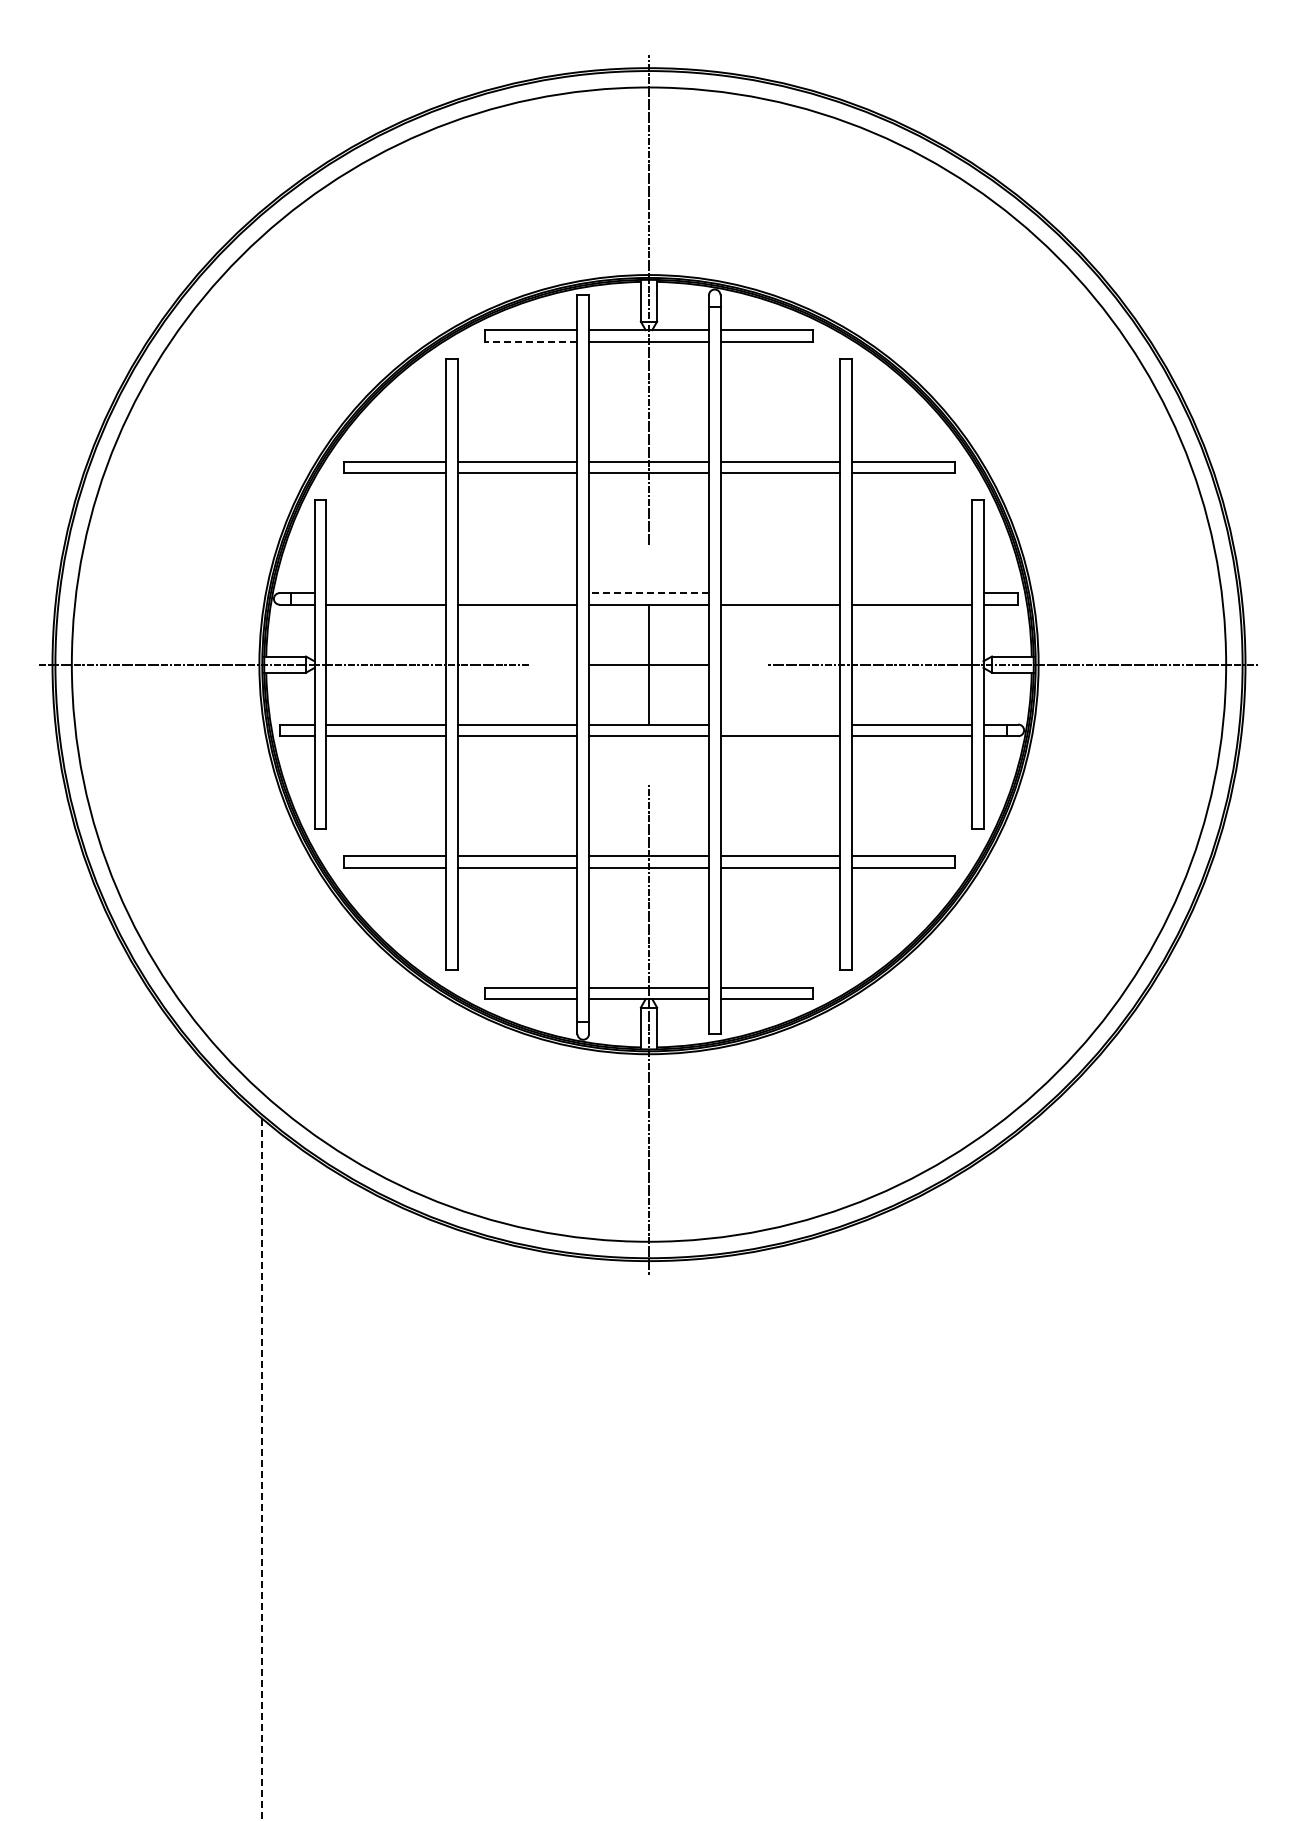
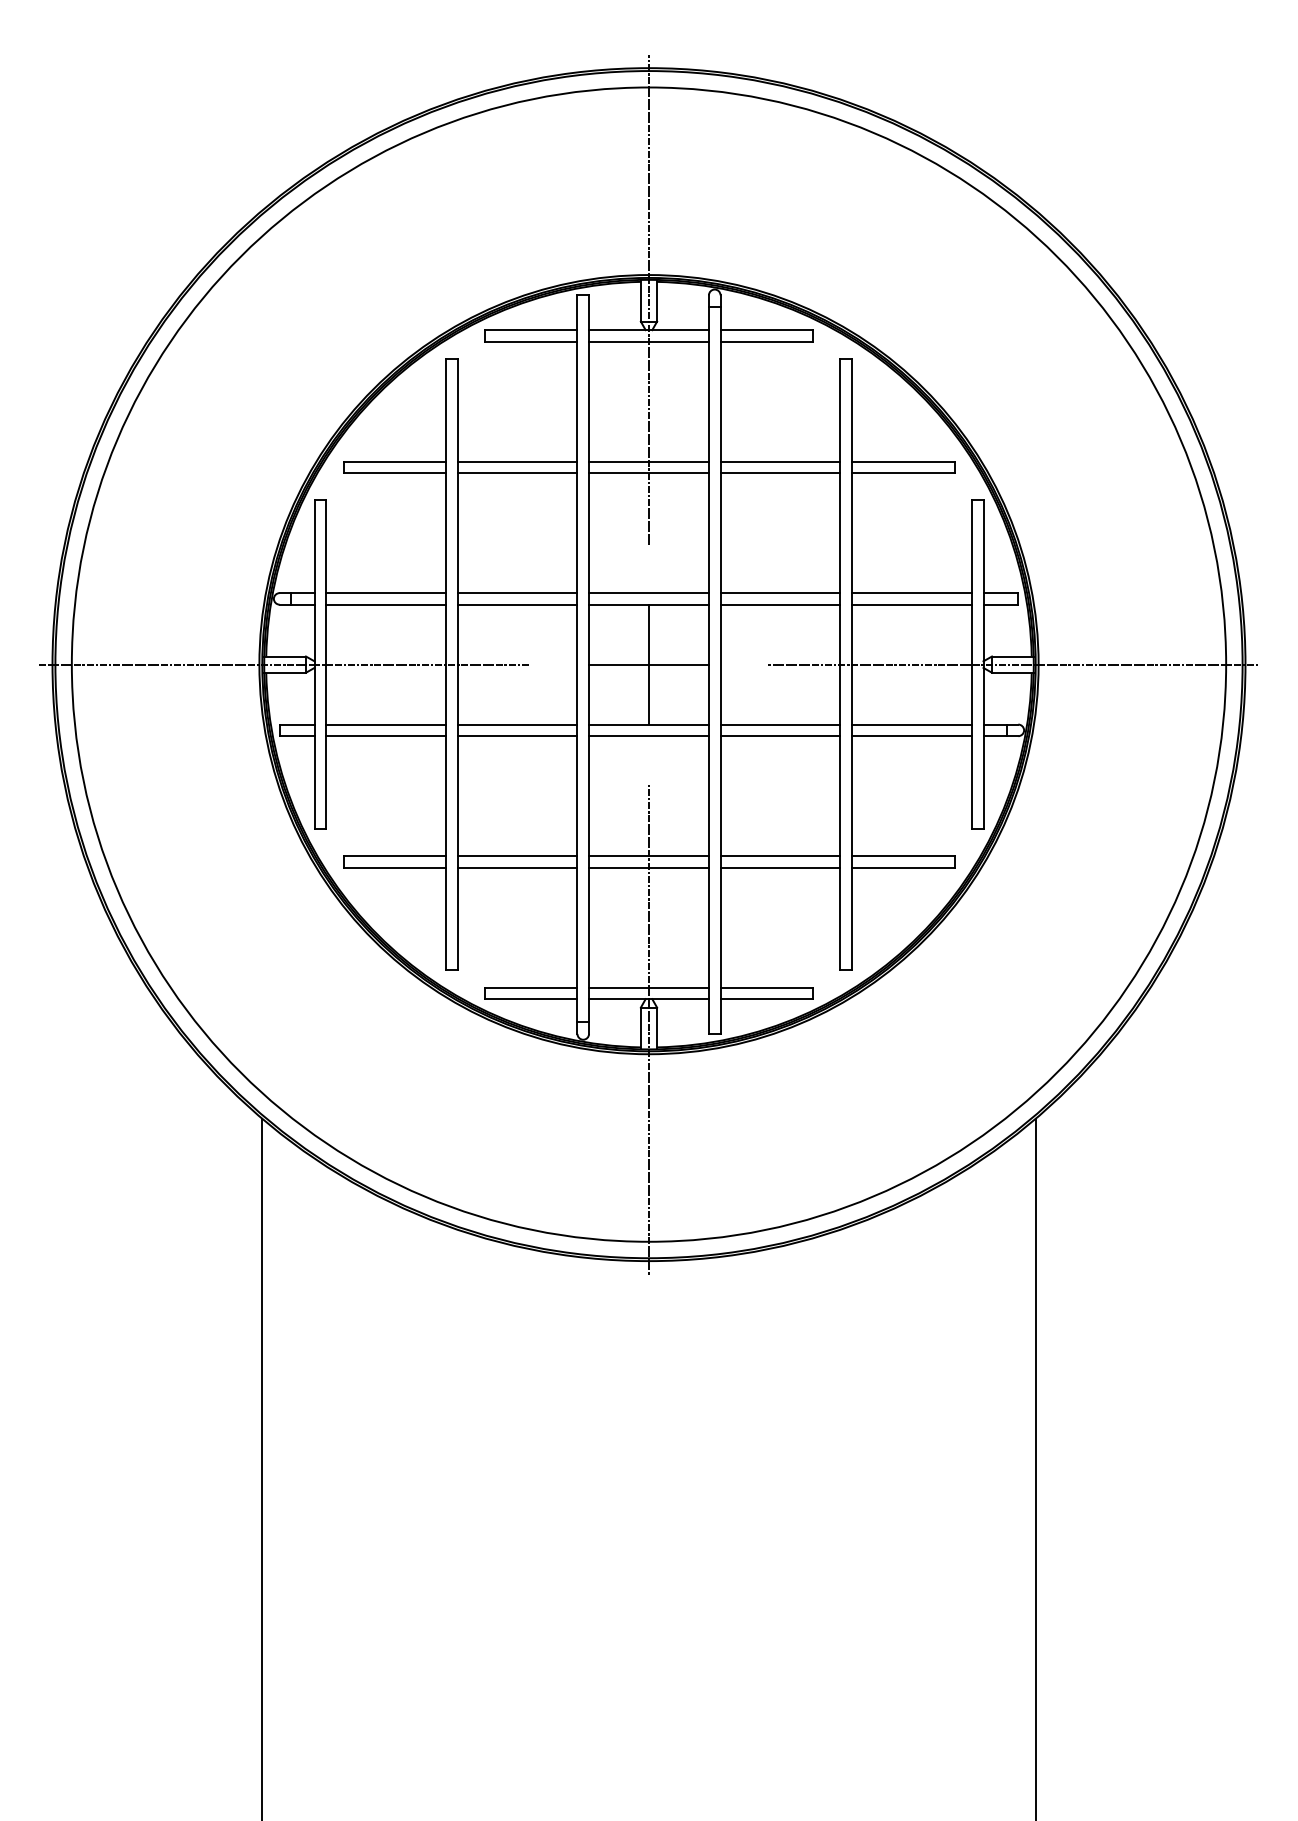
line at (530, 341): dashed -> solid
line at (385, 593): none -> present
line at (517, 593): none -> present
line at (649, 593): dashed -> solid
line at (780, 593): none -> present
line at (911, 593): none -> present
line at (780, 724): none -> present
line at (1035, 1467): none -> present
line at (262, 1470): dashed -> solid
